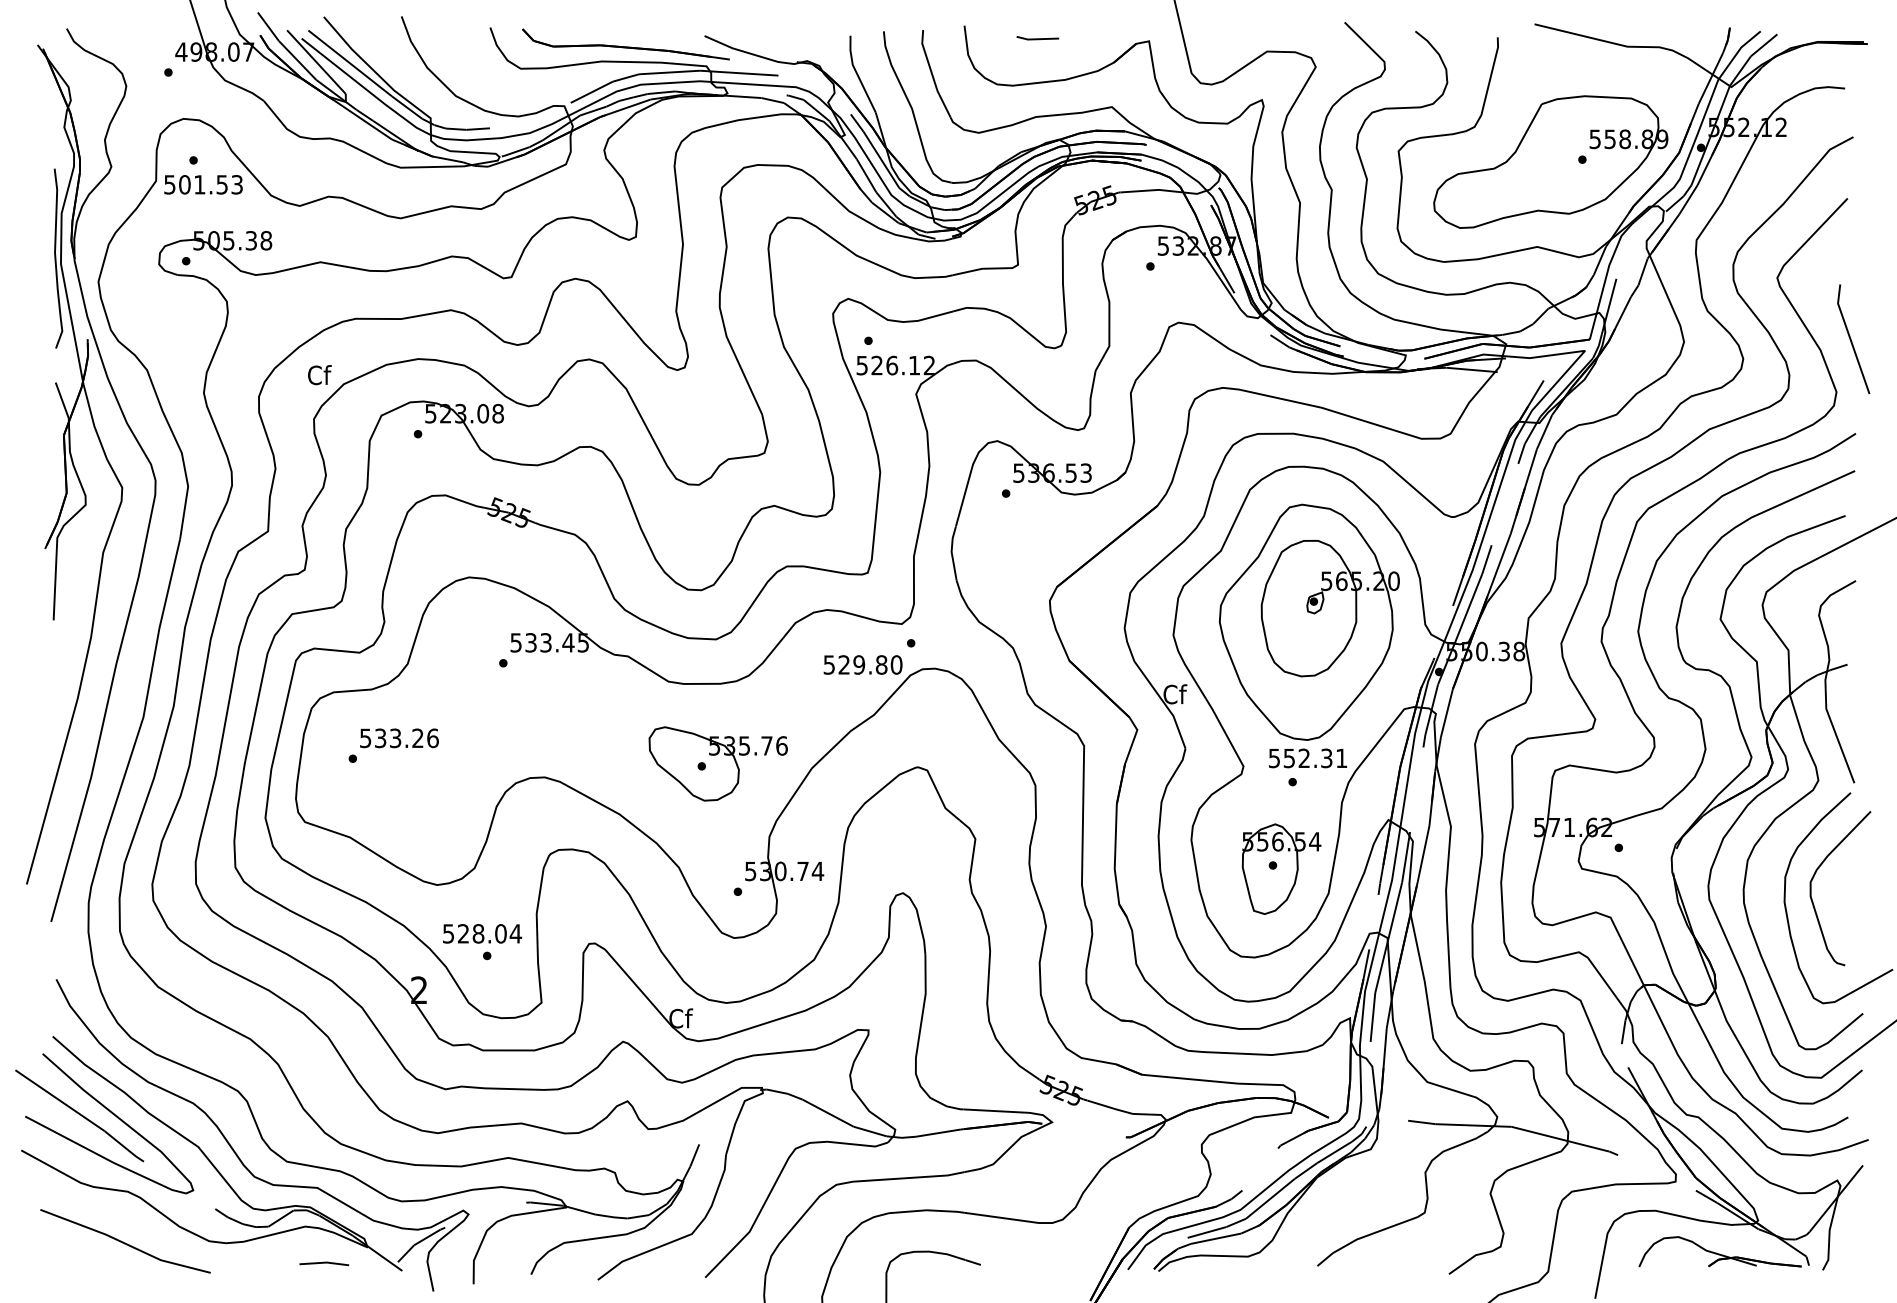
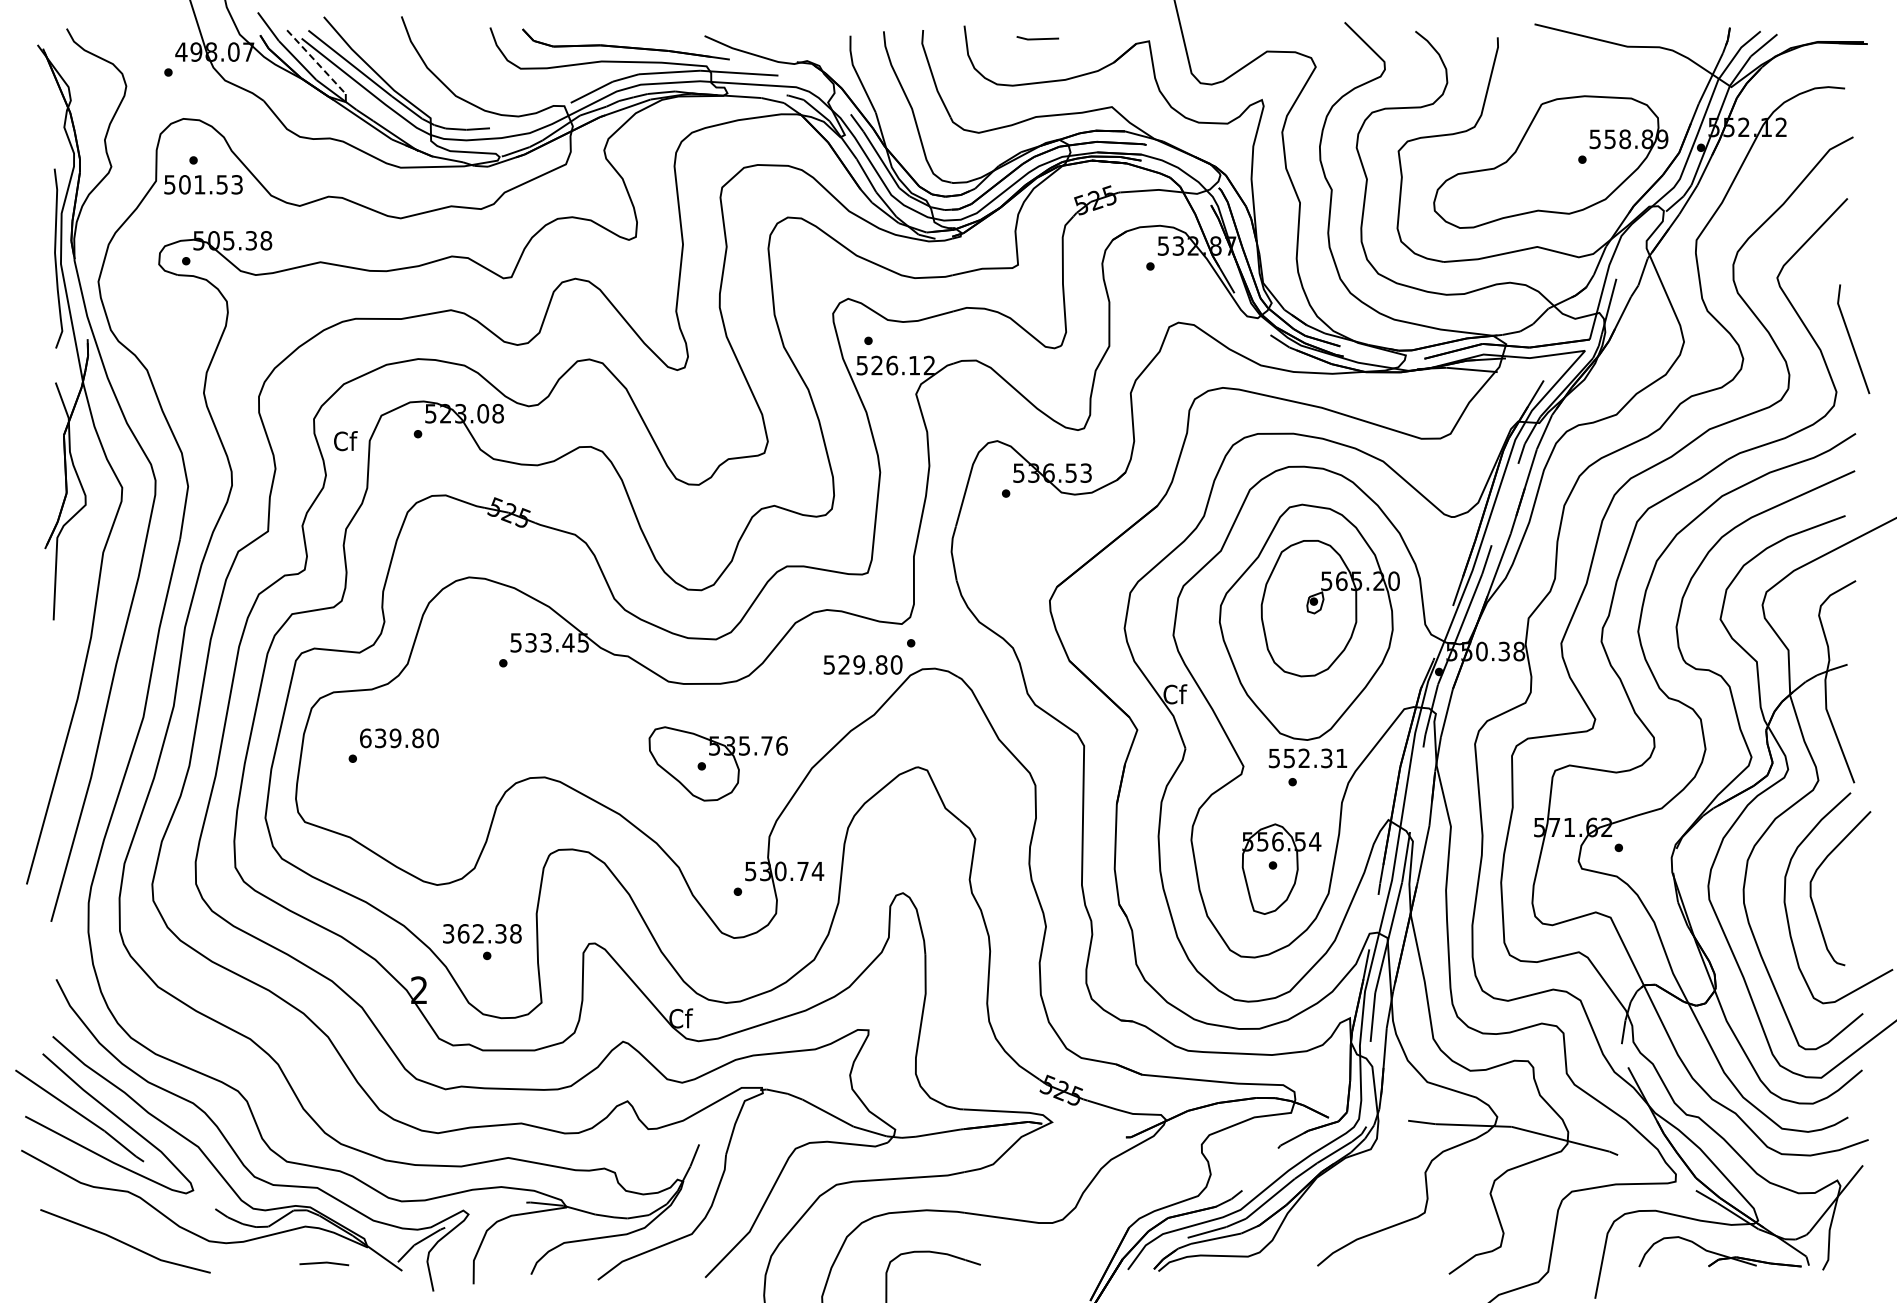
line at (316, 62): solid -> dashed
text at (319, 375) position: (319, 375) -> (345, 441)
text at (399, 738): 533.26 -> 639.80
text at (482, 933): 528.04 -> 362.38
